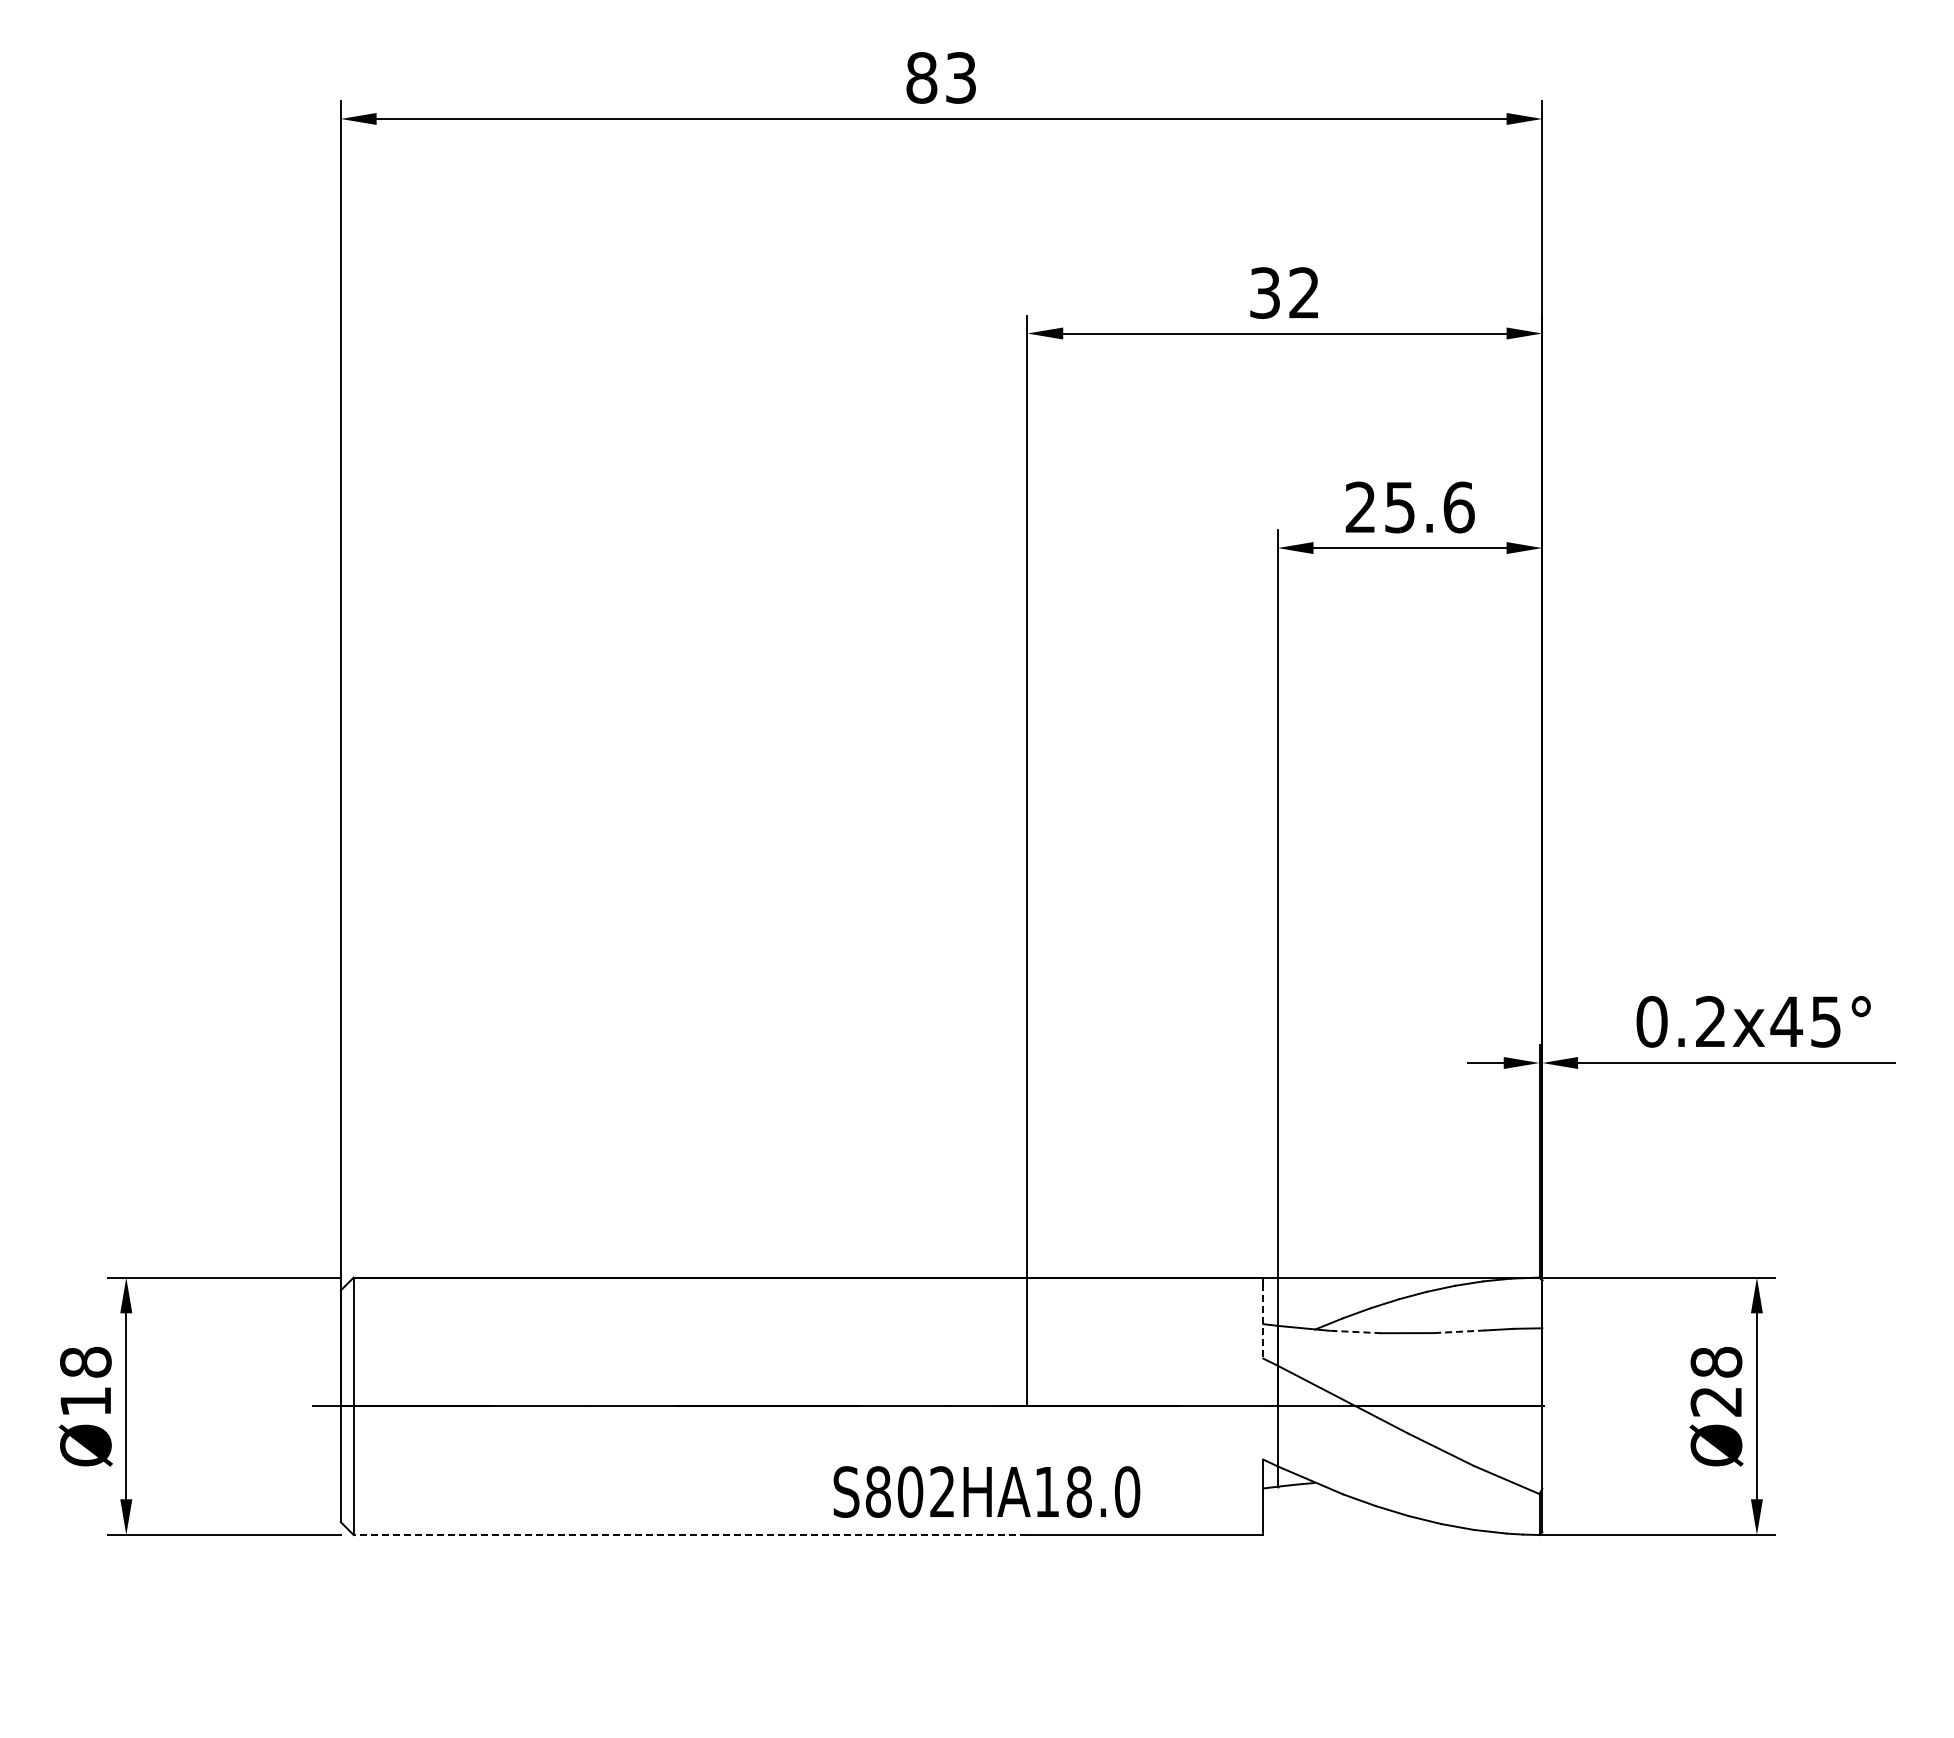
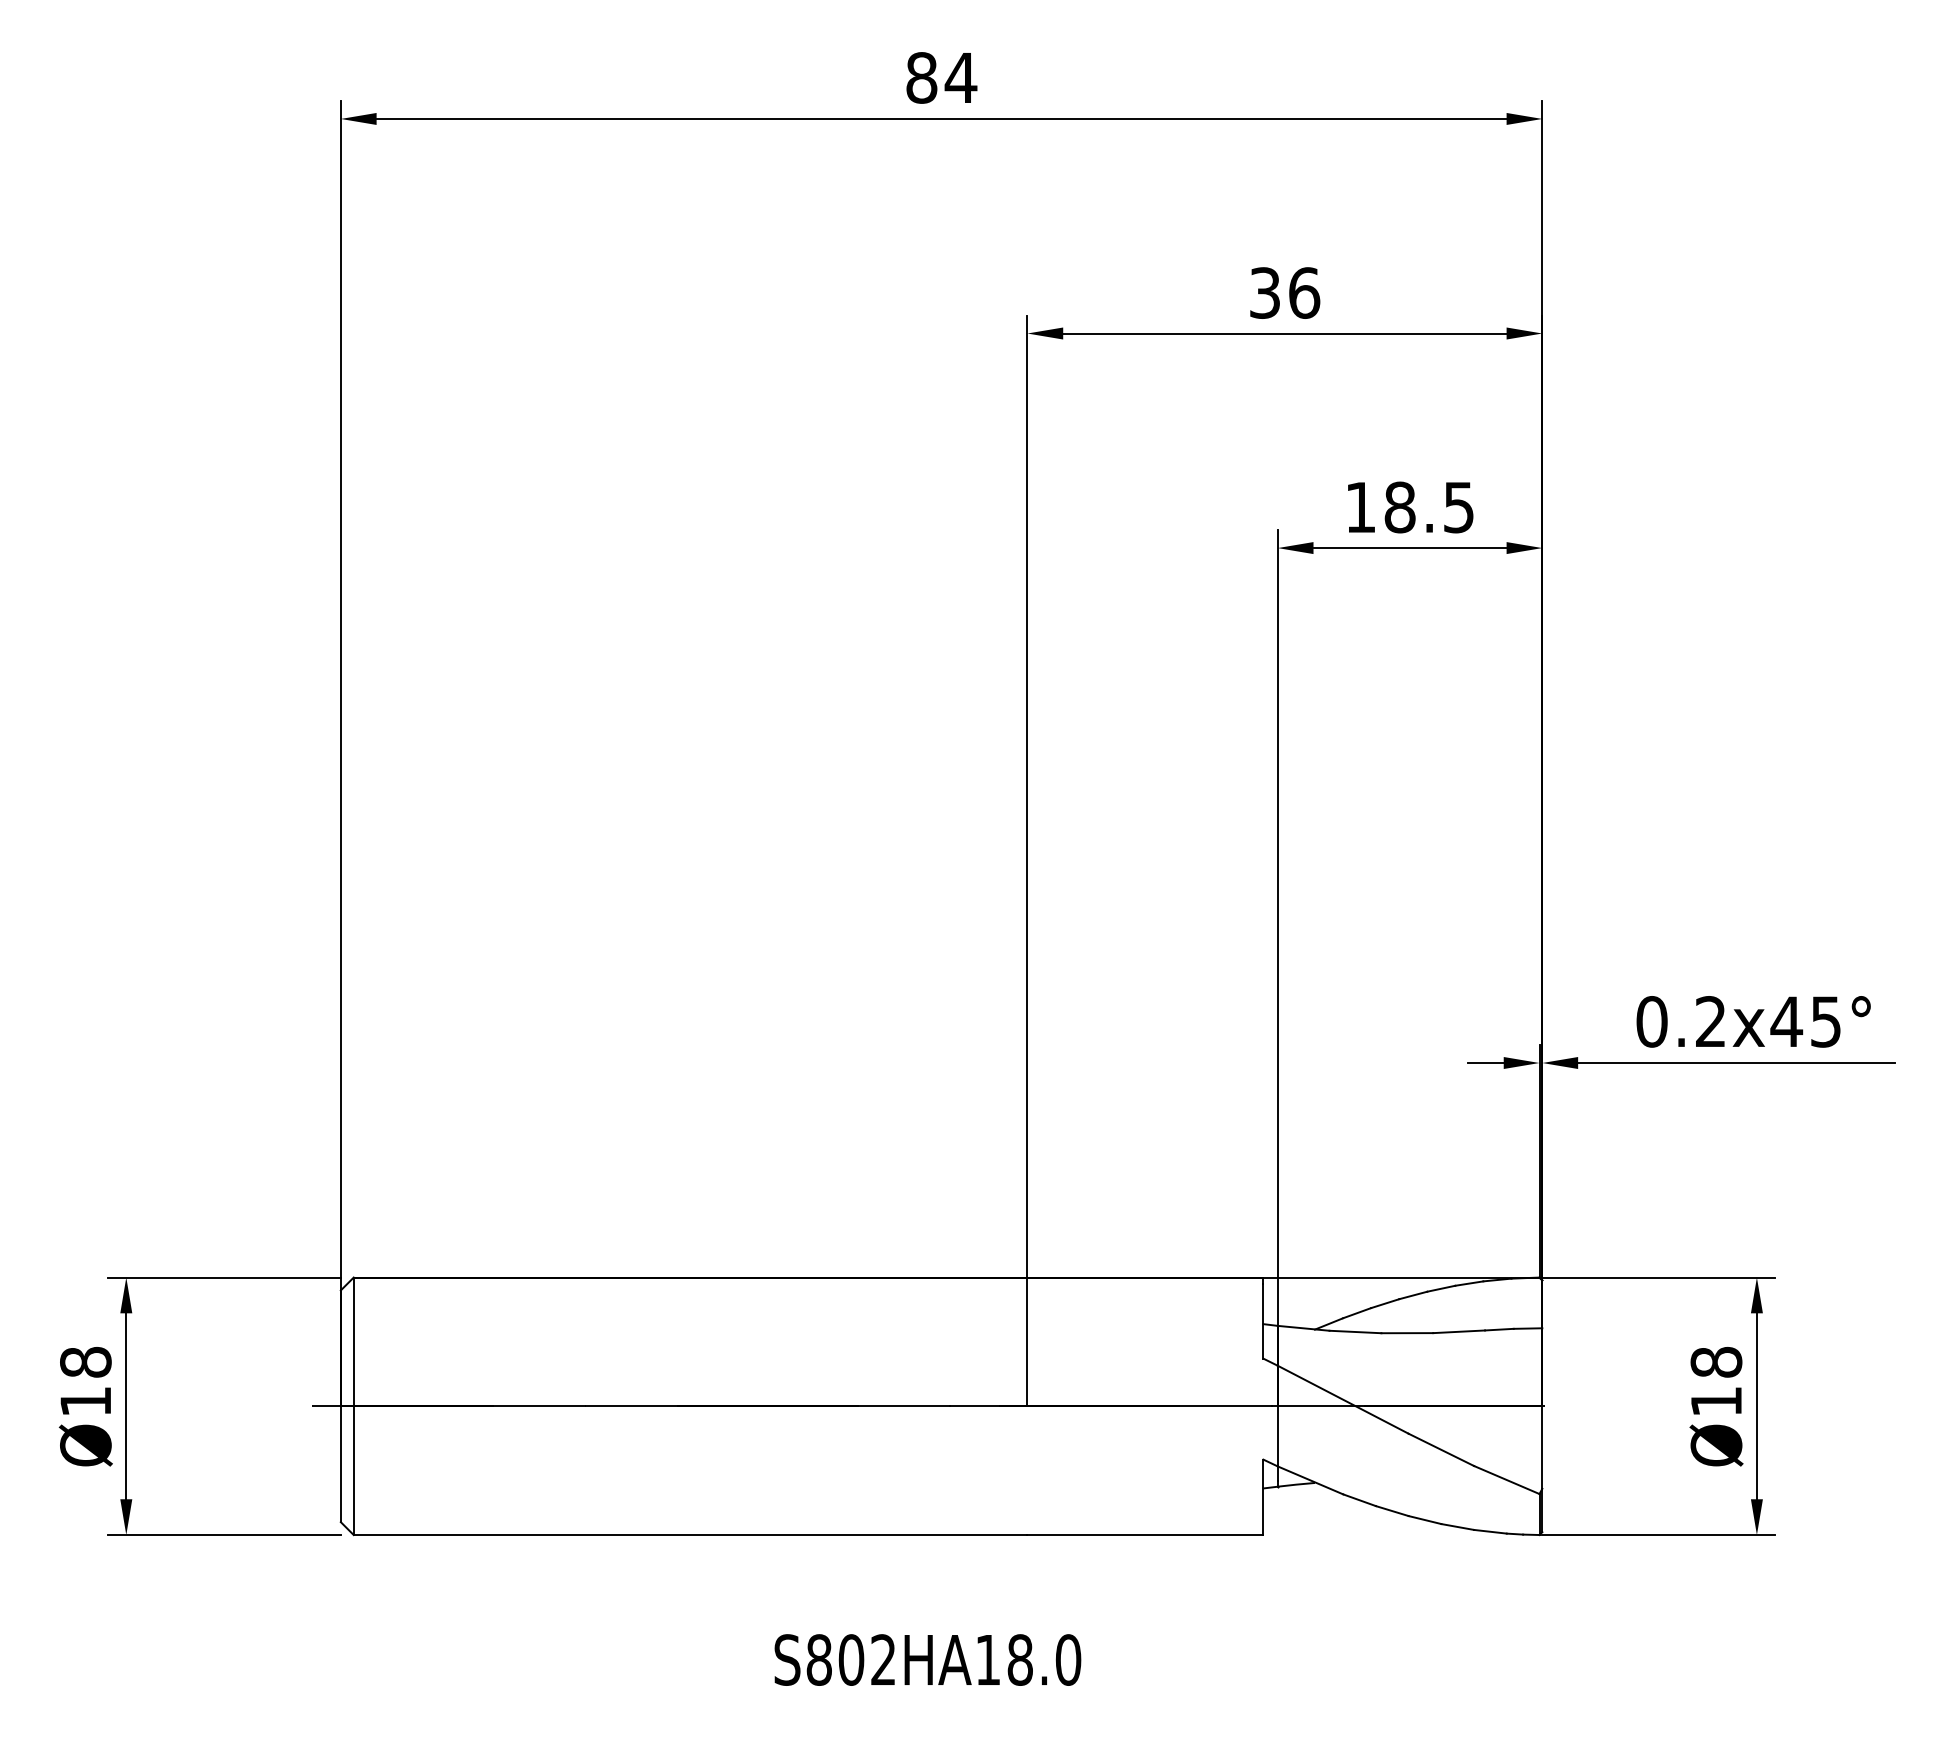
text at (960, 77): 83 -> 84
text at (1304, 292): 32 -> 36
text at (1409, 507): 25.6 -> 18.5
line at (1263, 1321): dashed -> solid
line at (1459, 1331): dashed -> solid
line at (1355, 1332): dashed -> solid
text at (1715, 1401): Ø28 -> Ø18
text at (986, 1491) position: (986, 1491) -> (927, 1659)
line at (690, 1535): dashed -> solid
